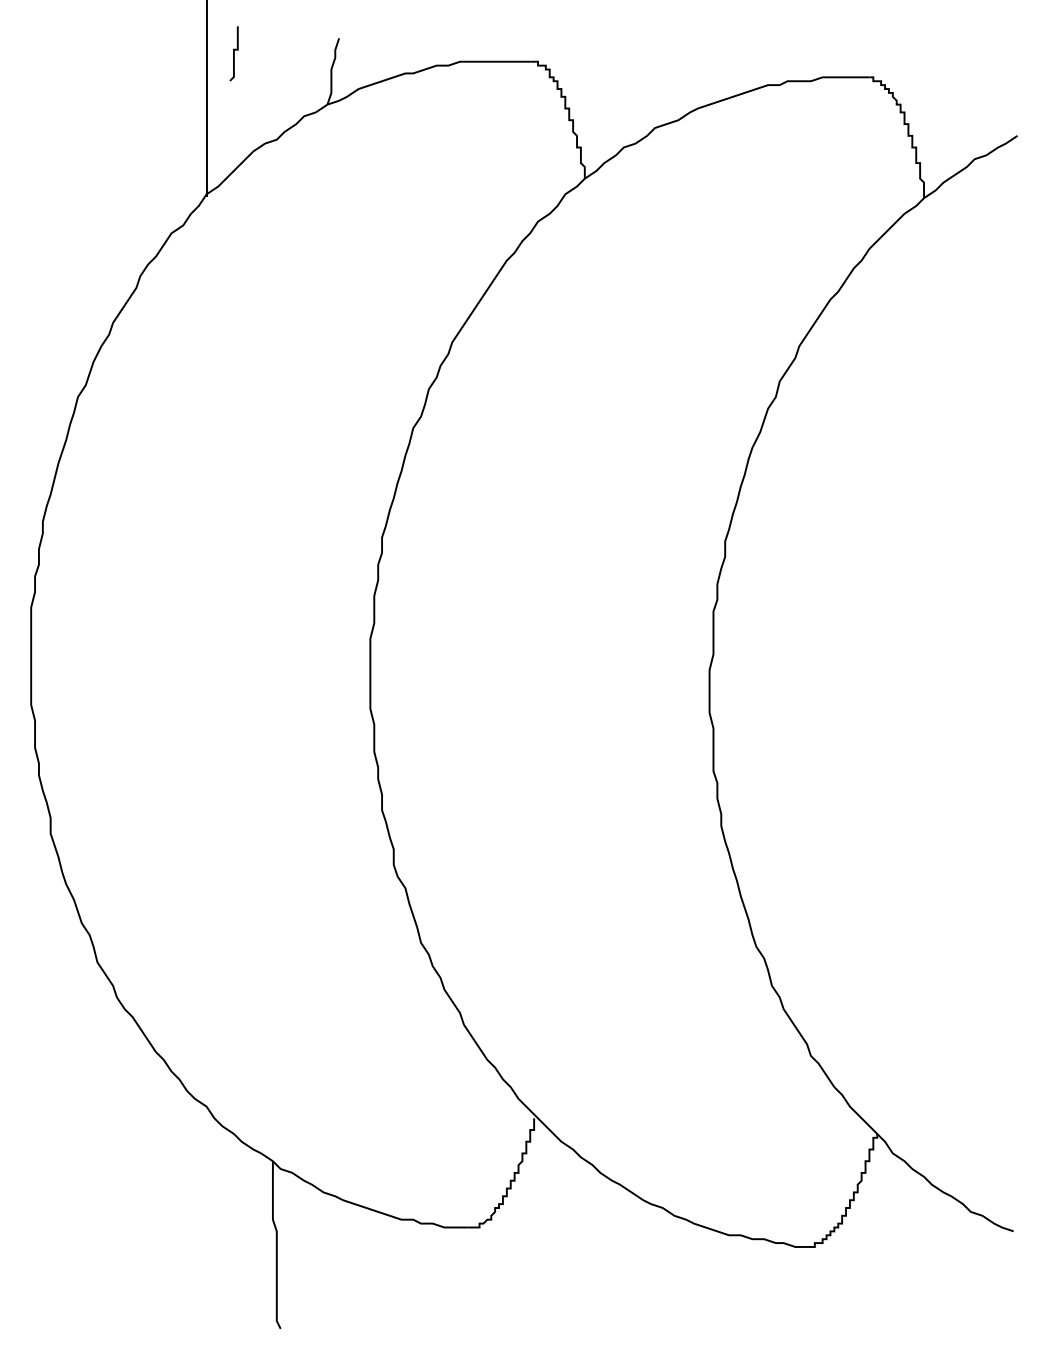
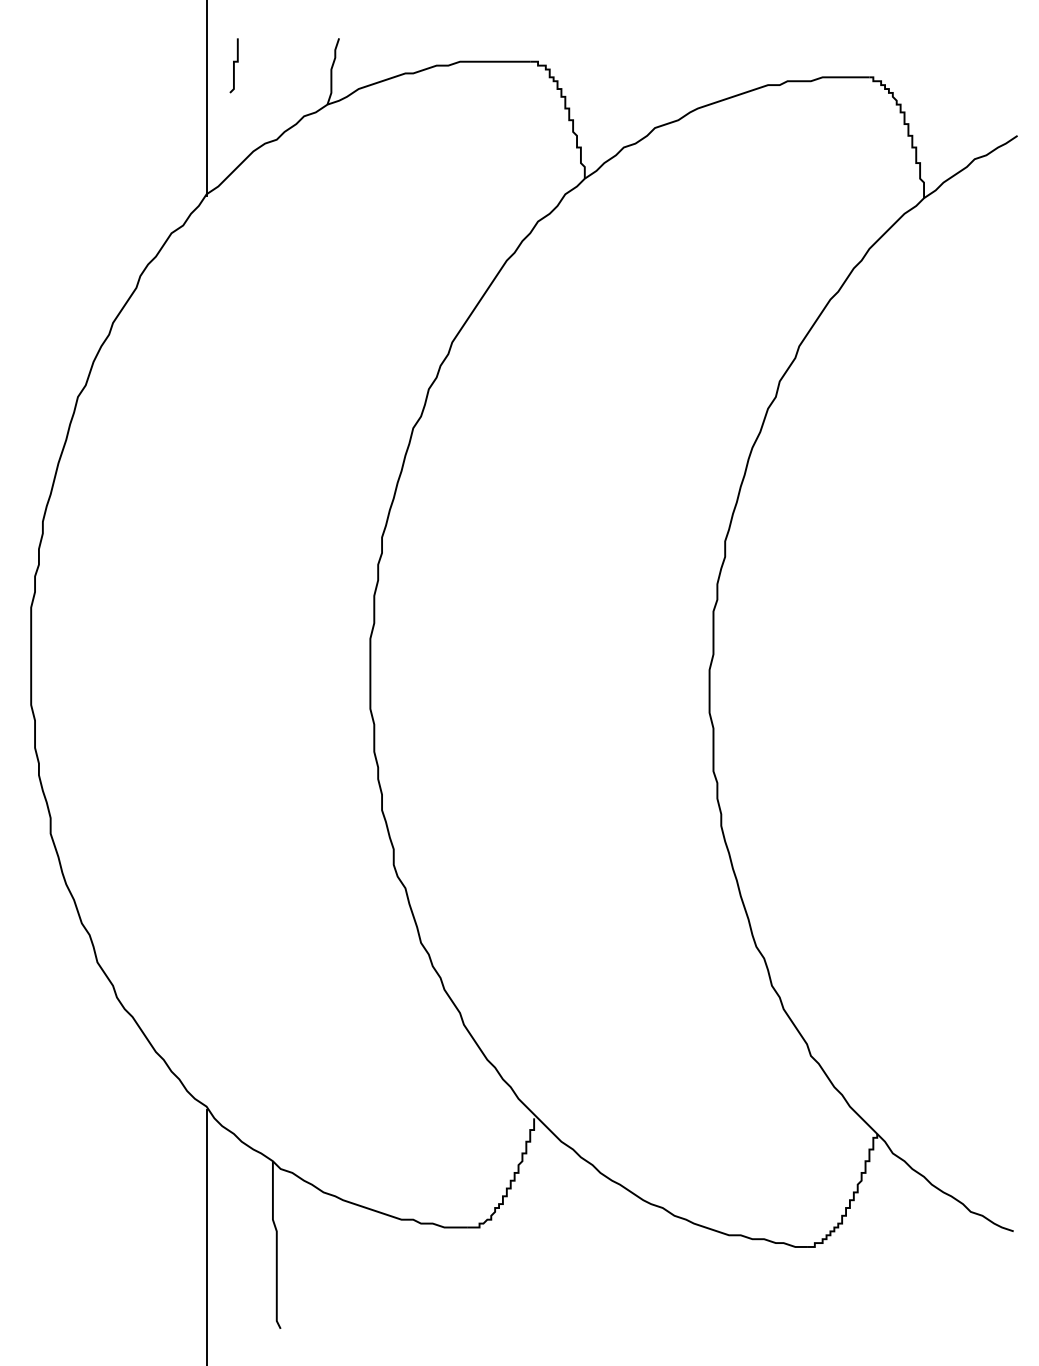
curve at (233, 53) position: (233, 53) -> (233, 65)
line at (206, 1235): none -> present
